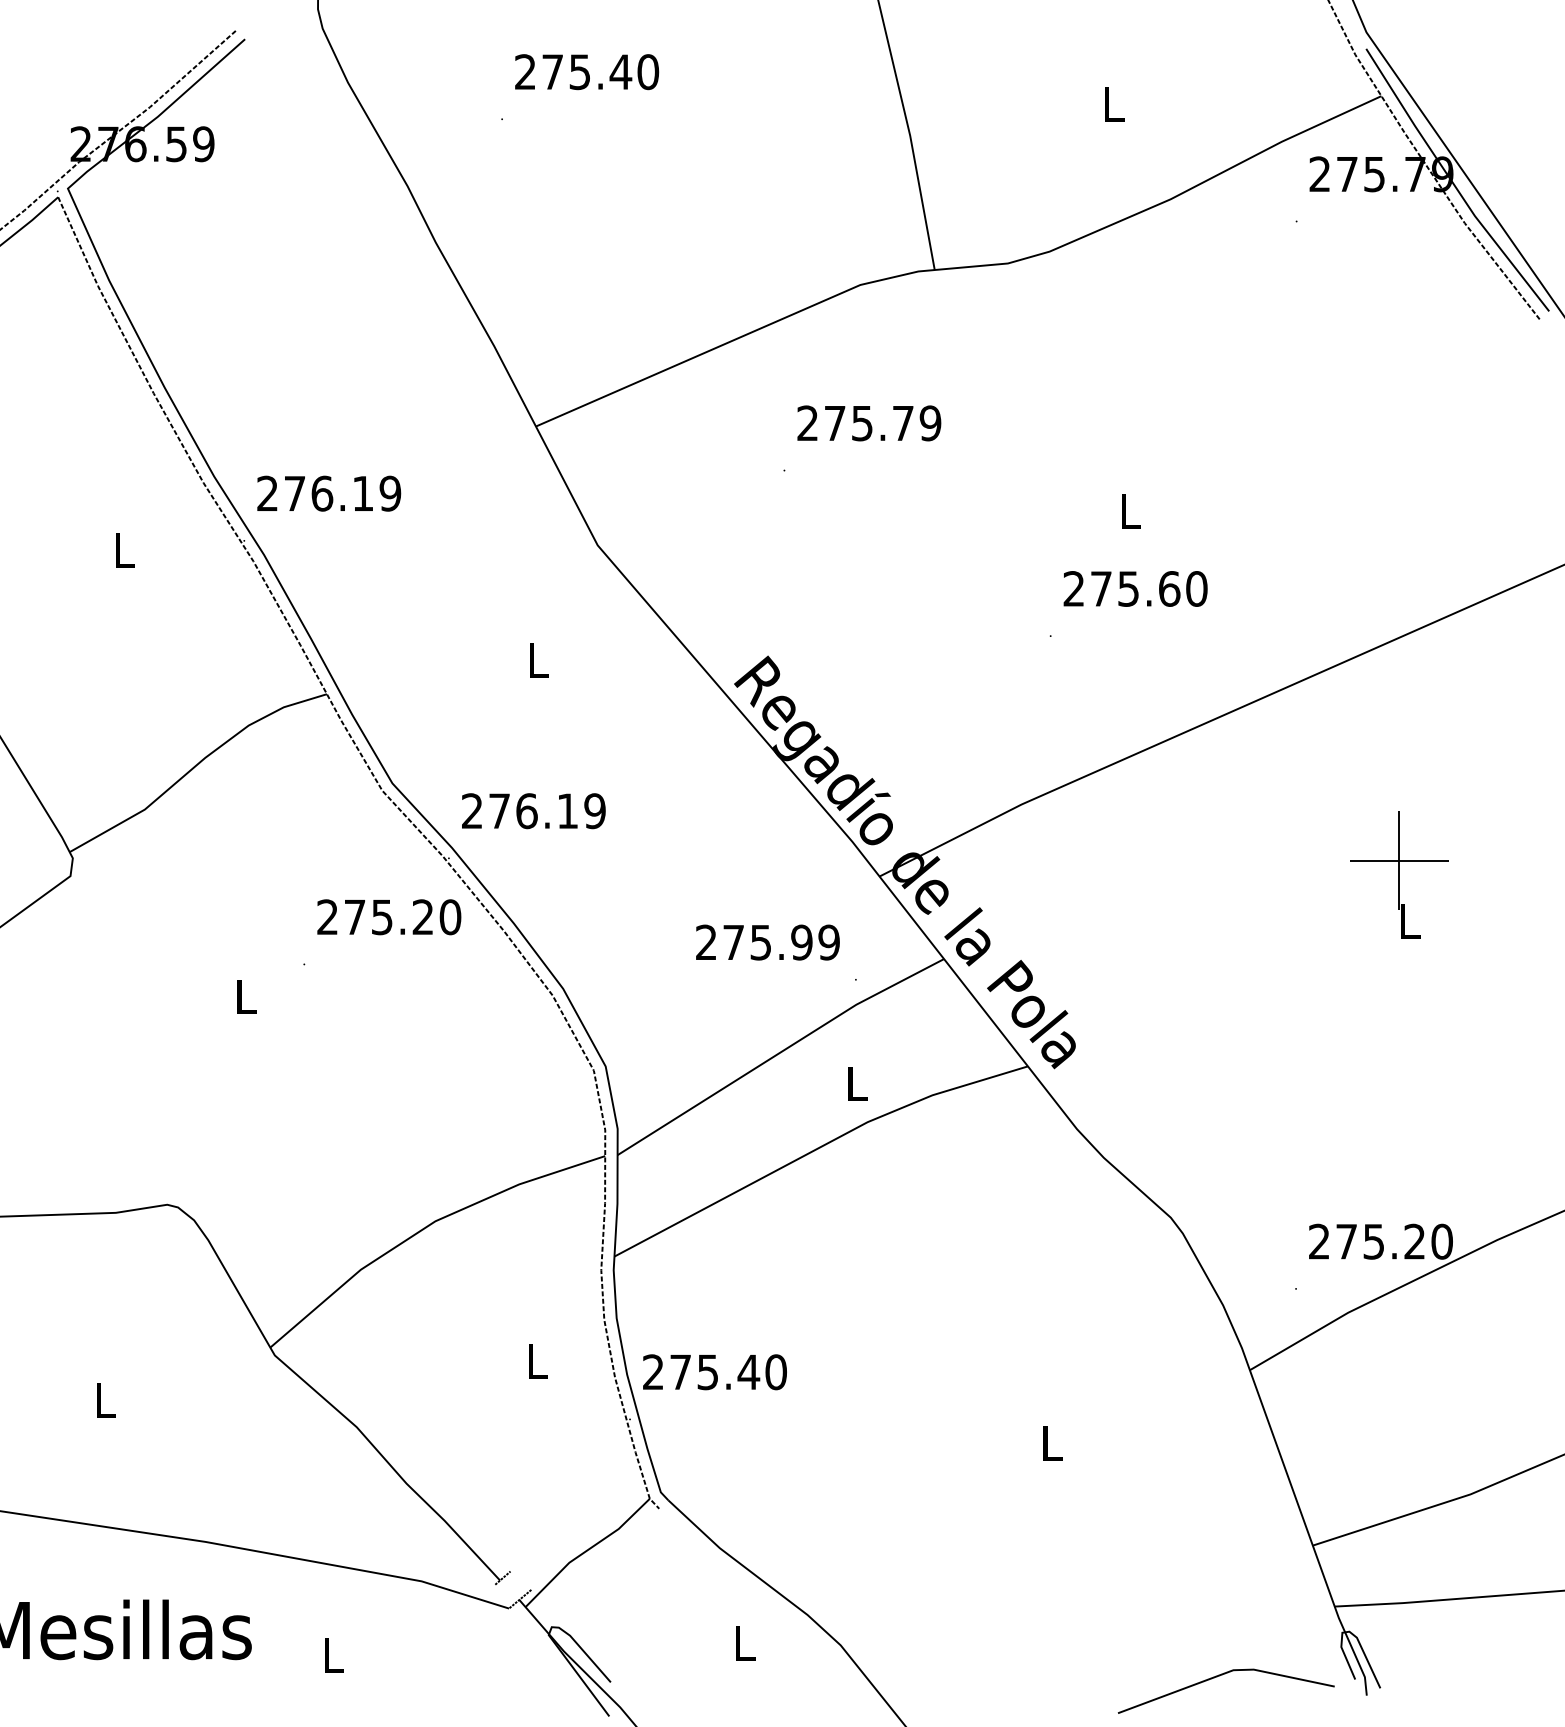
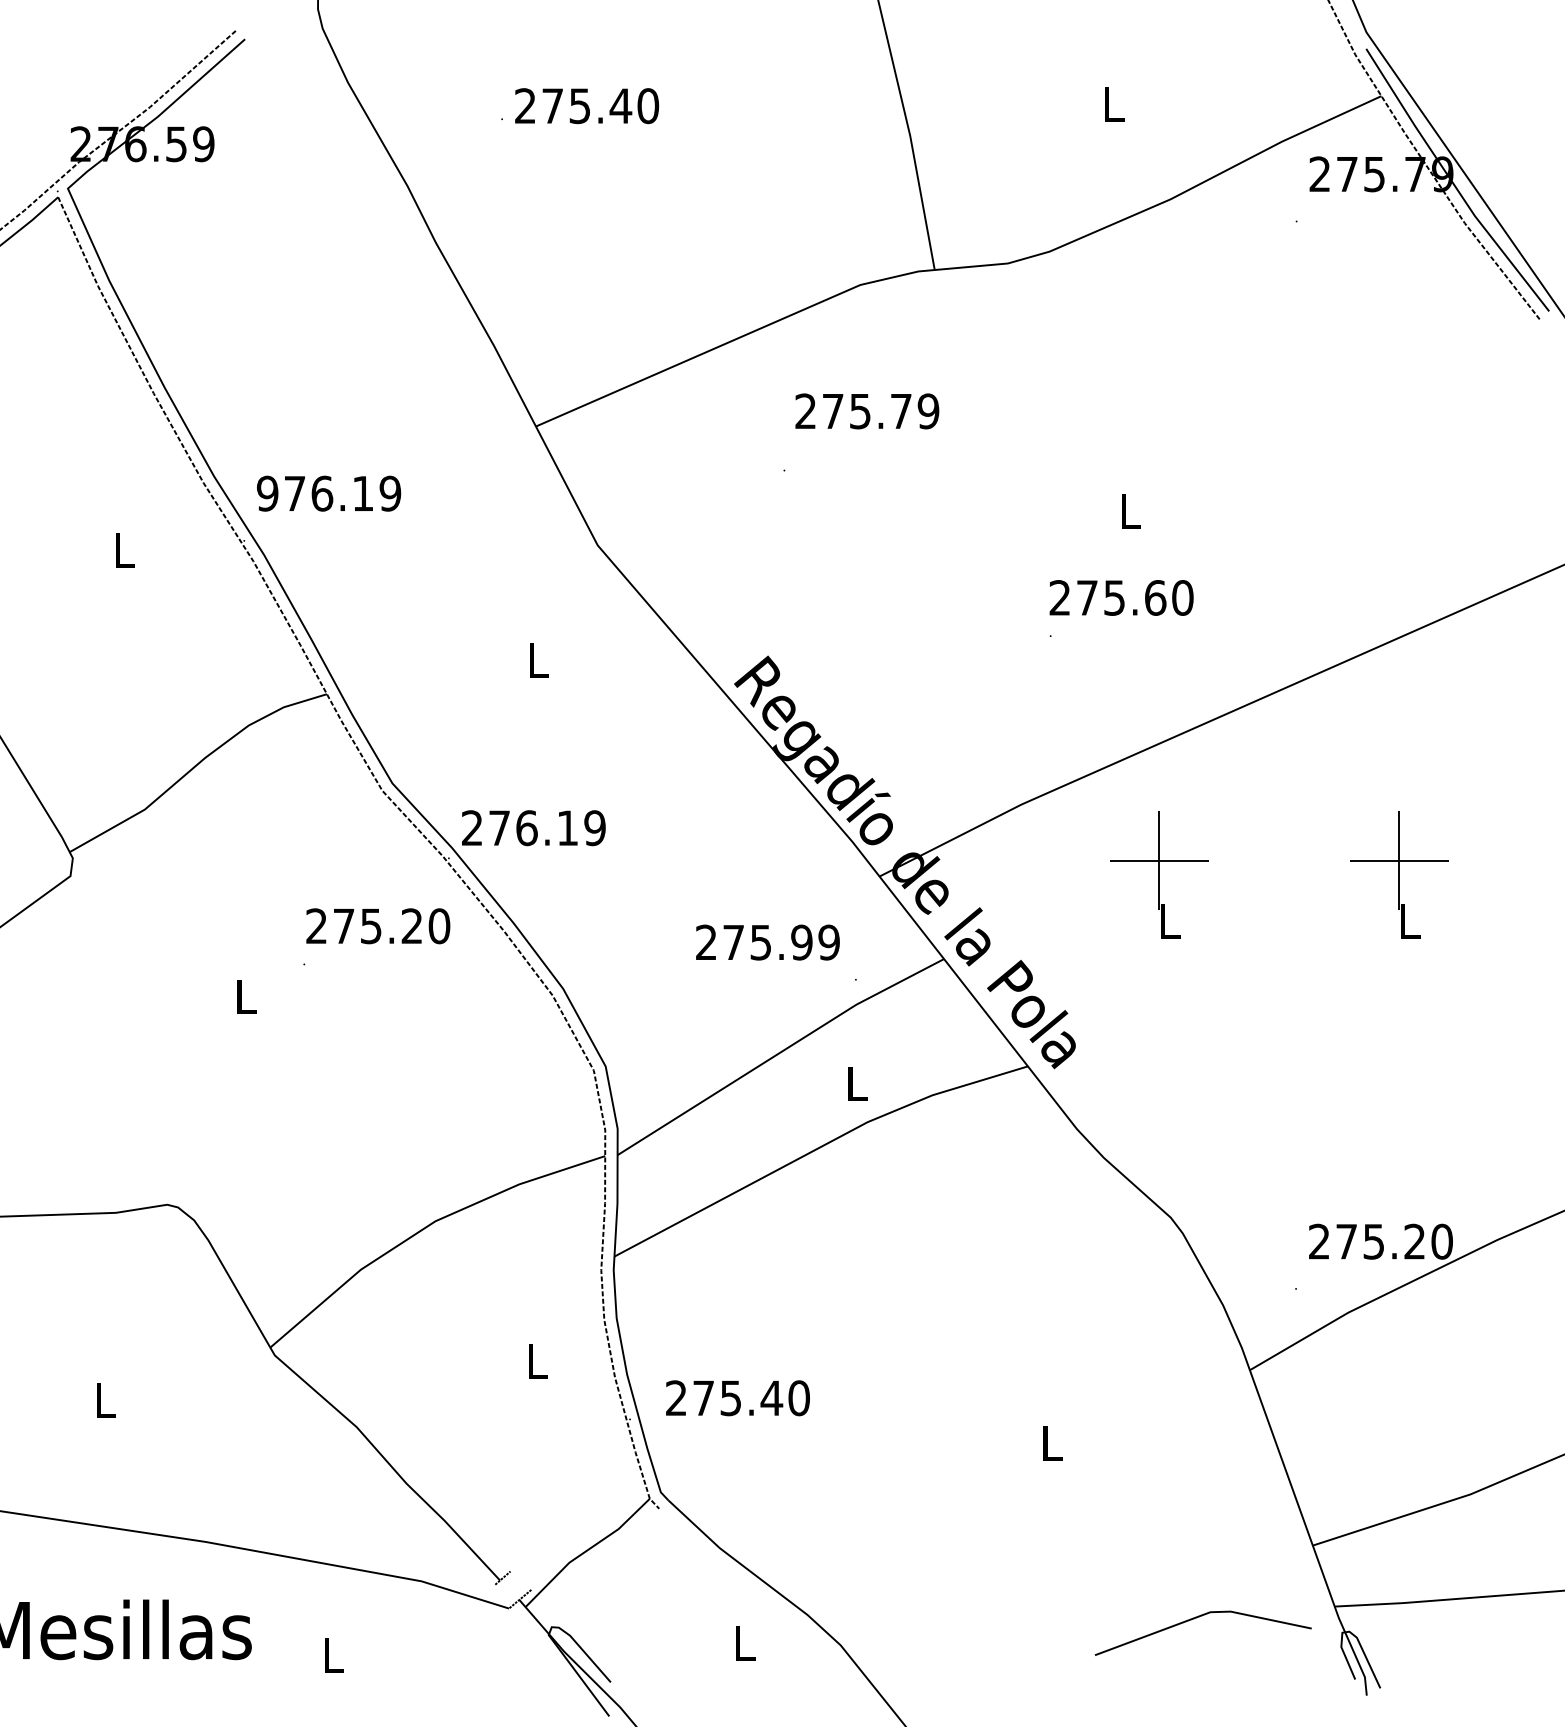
text at (587, 72) position: (587, 72) -> (587, 106)
text at (869, 423) position: (869, 423) -> (867, 411)
text at (267, 493): 276.19 -> 976.19
text at (1135, 588) position: (1135, 588) -> (1121, 597)
text at (533, 811) position: (533, 811) -> (533, 828)
part at (1159, 874): none -> present
text at (389, 917) position: (389, 917) -> (378, 926)
text at (714, 1372) position: (714, 1372) -> (737, 1398)
line at (1219, 1676) position: (1219, 1676) -> (1196, 1618)
